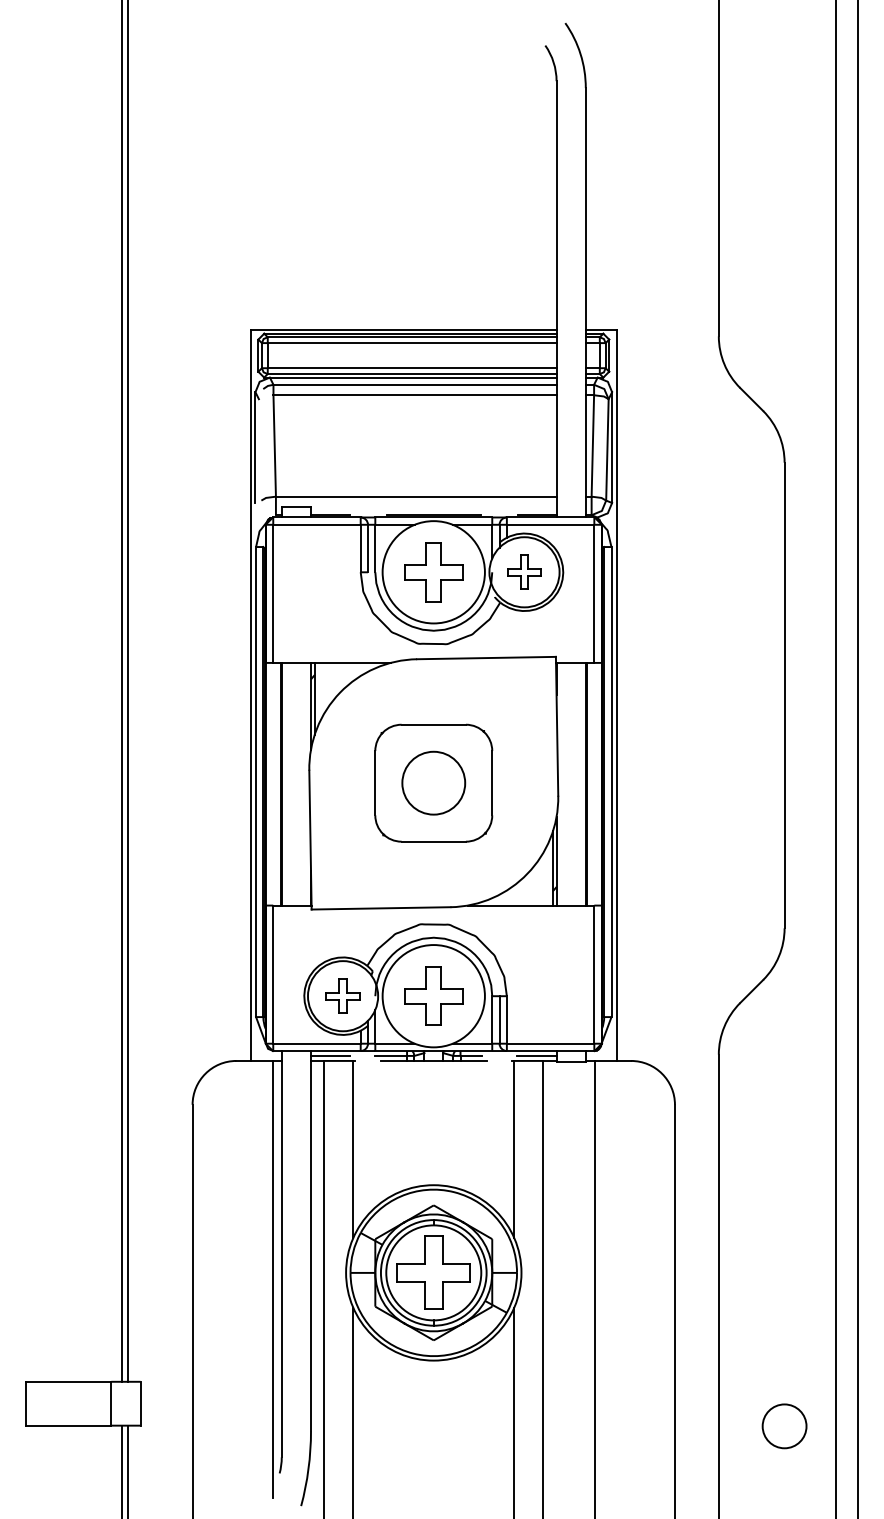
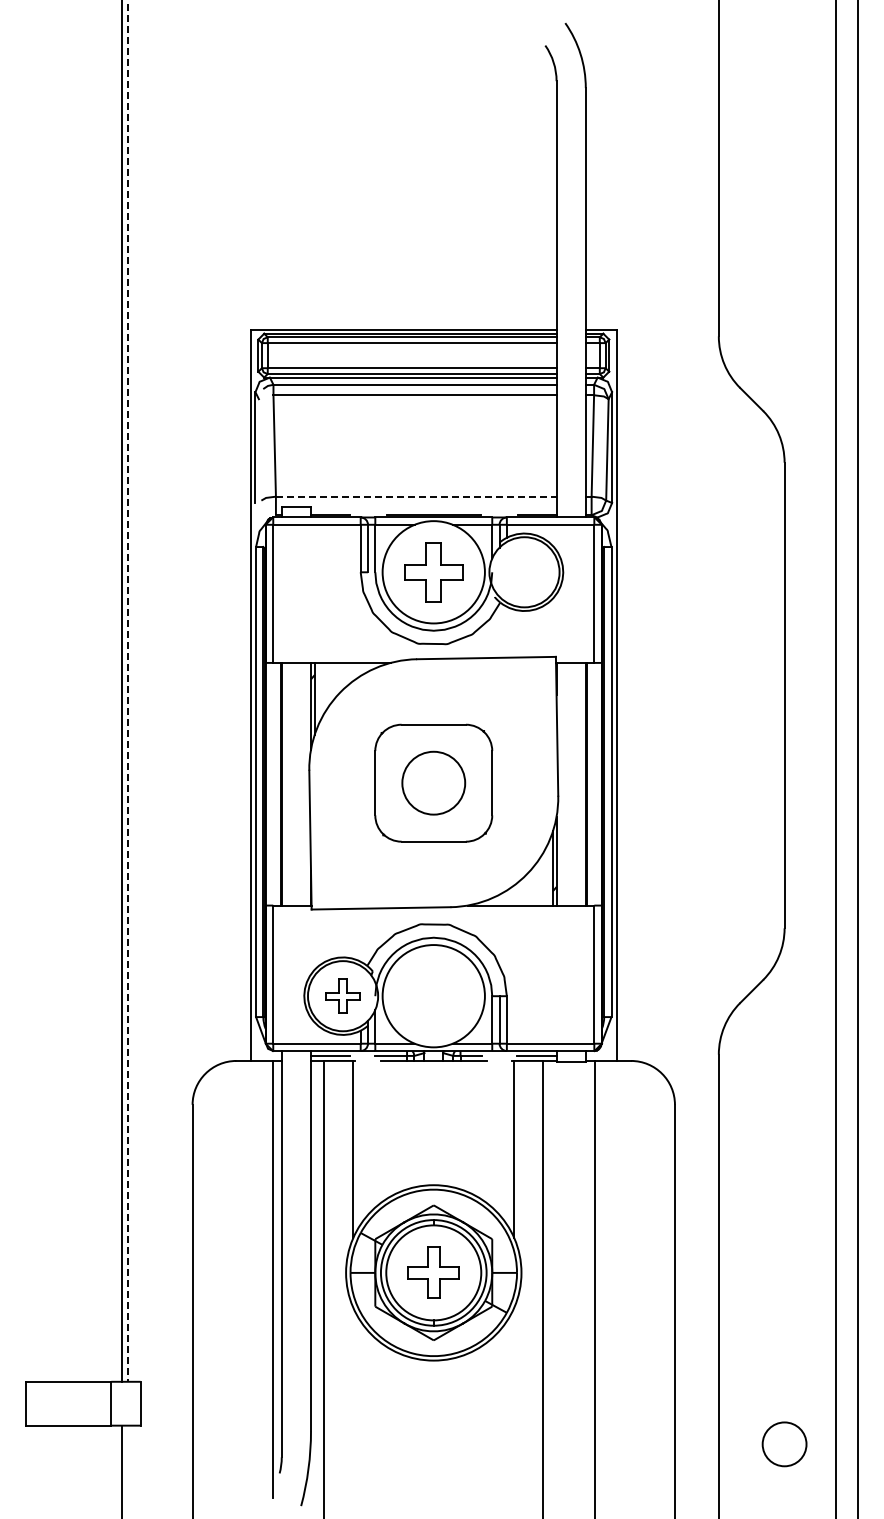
line at (416, 496): solid -> dashed
part at (524, 571): present -> none
line at (127, 691): solid -> dashed
part at (433, 995): present -> none
part at (433, 1272) size: 75x75 px -> 53x53 px
line at (353, 1411): present -> none
line at (514, 1411): present -> none
circle at (784, 1426) position: (784, 1426) -> (784, 1444)
line at (127, 1470): present -> none
